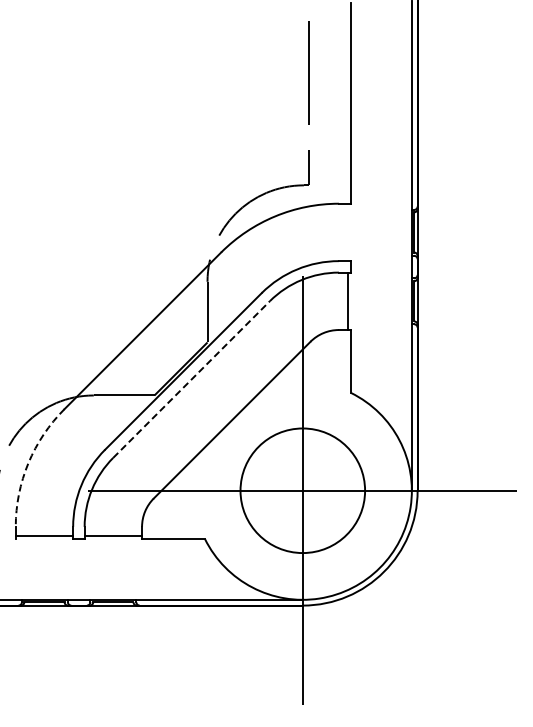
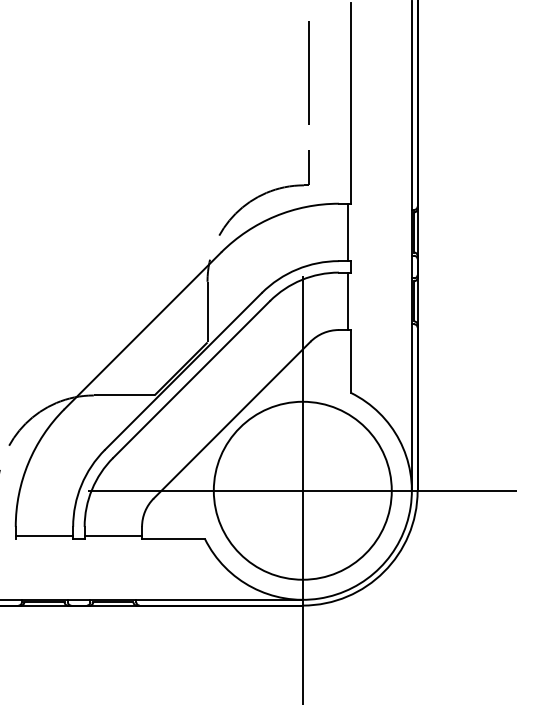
line at (347, 232): none -> present
line at (191, 379): dashed -> solid
arc at (28, 463): dashed -> solid
circle at (302, 490) diameter: 125 px -> 178 px
